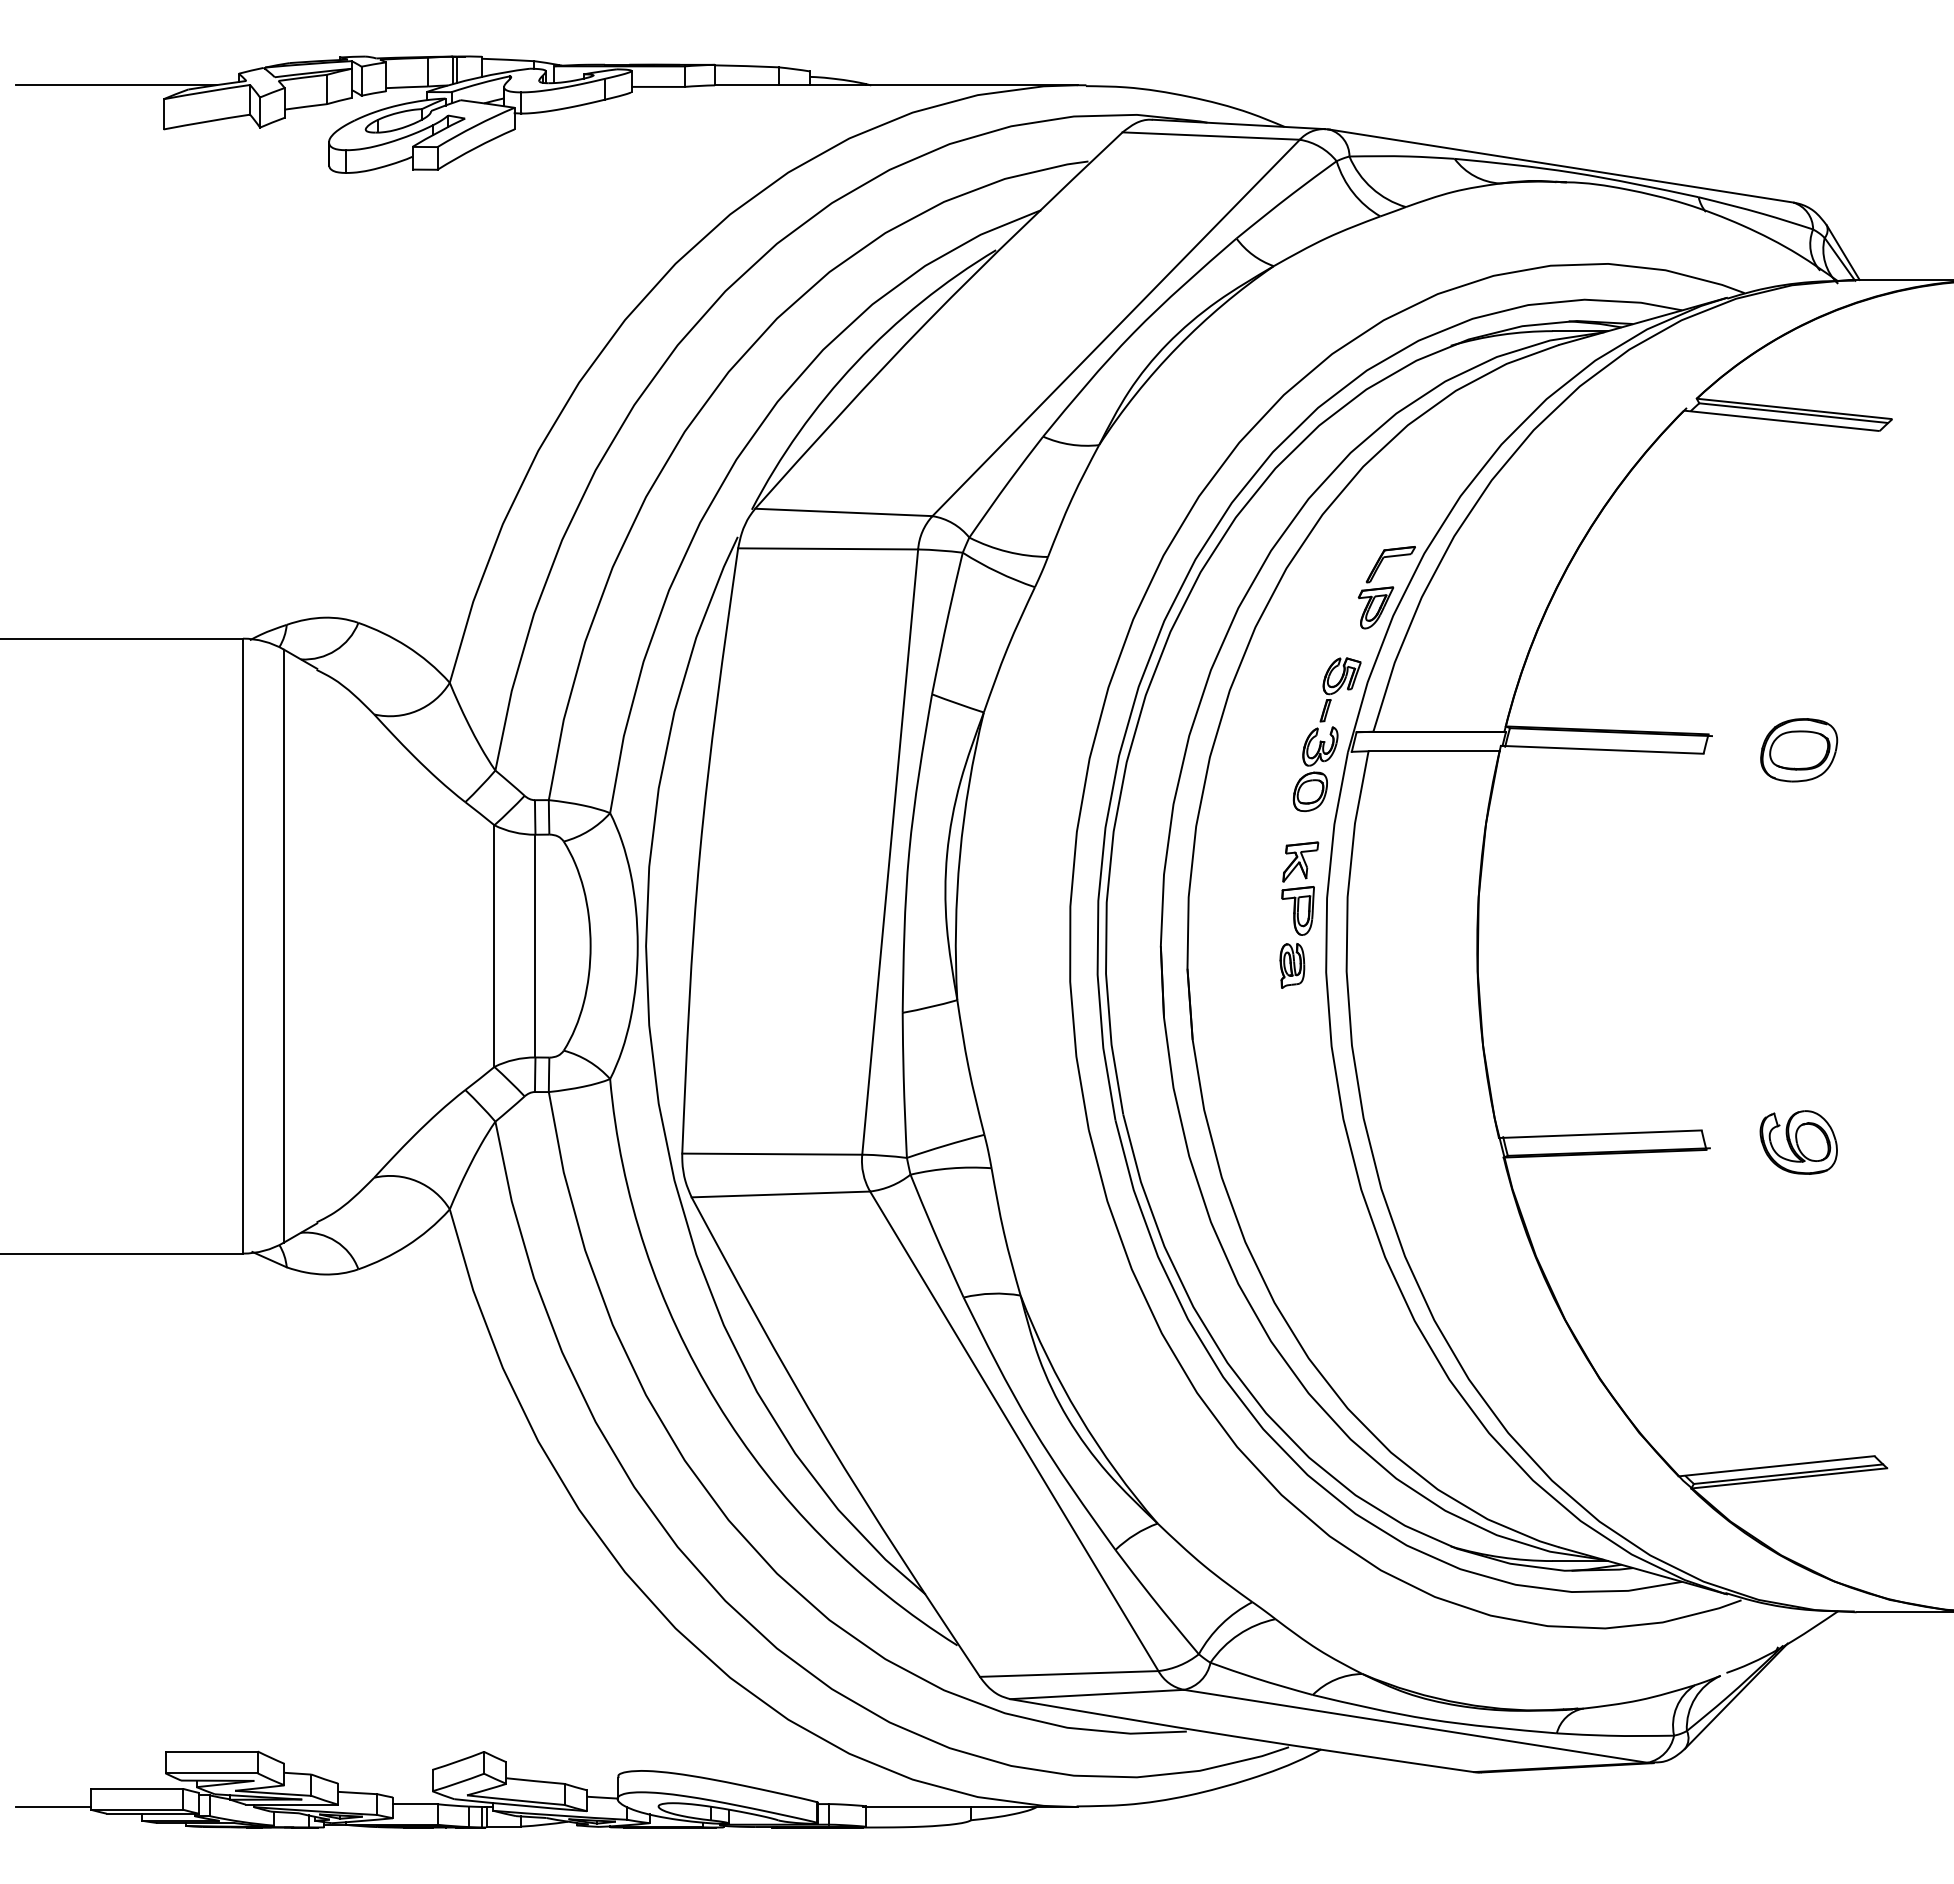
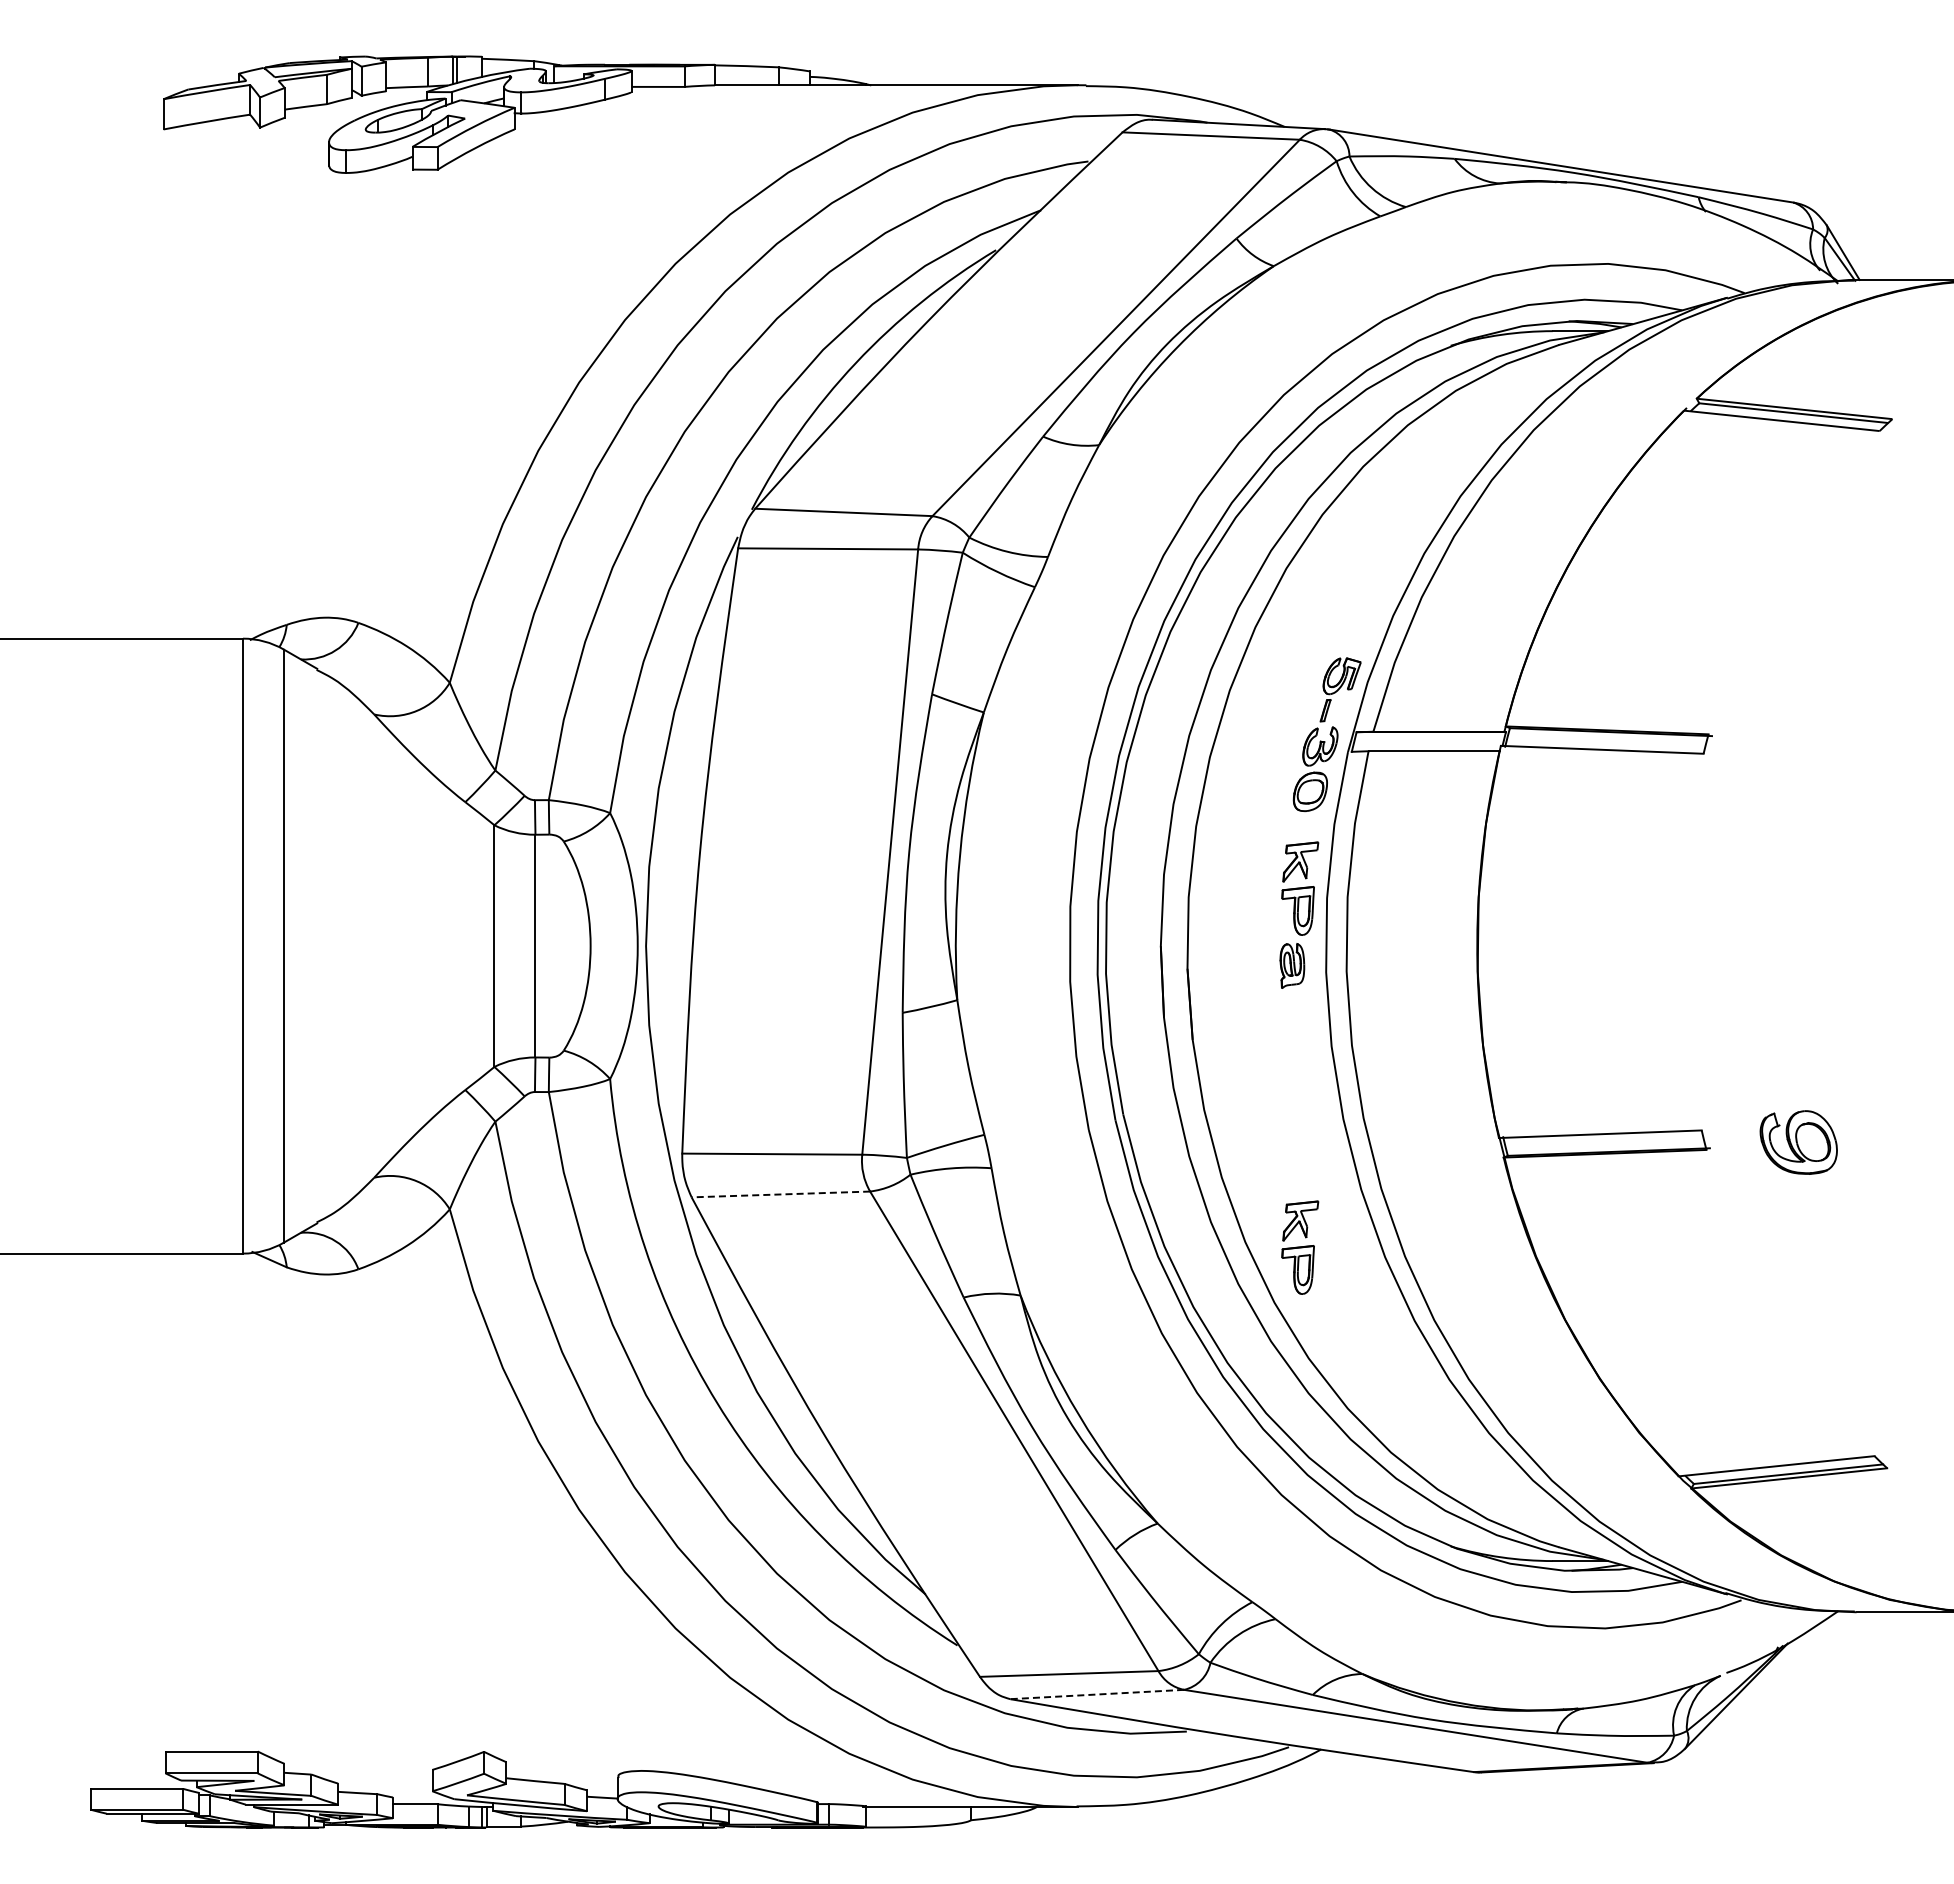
line at (115, 85): present -> none
part at (1386, 587): present -> none
part at (1799, 750): present -> none
line at (780, 1194): solid -> dashed
part at (1300, 1247): none -> present
line at (1097, 1694): solid -> dashed
line at (53, 1807): present -> none
